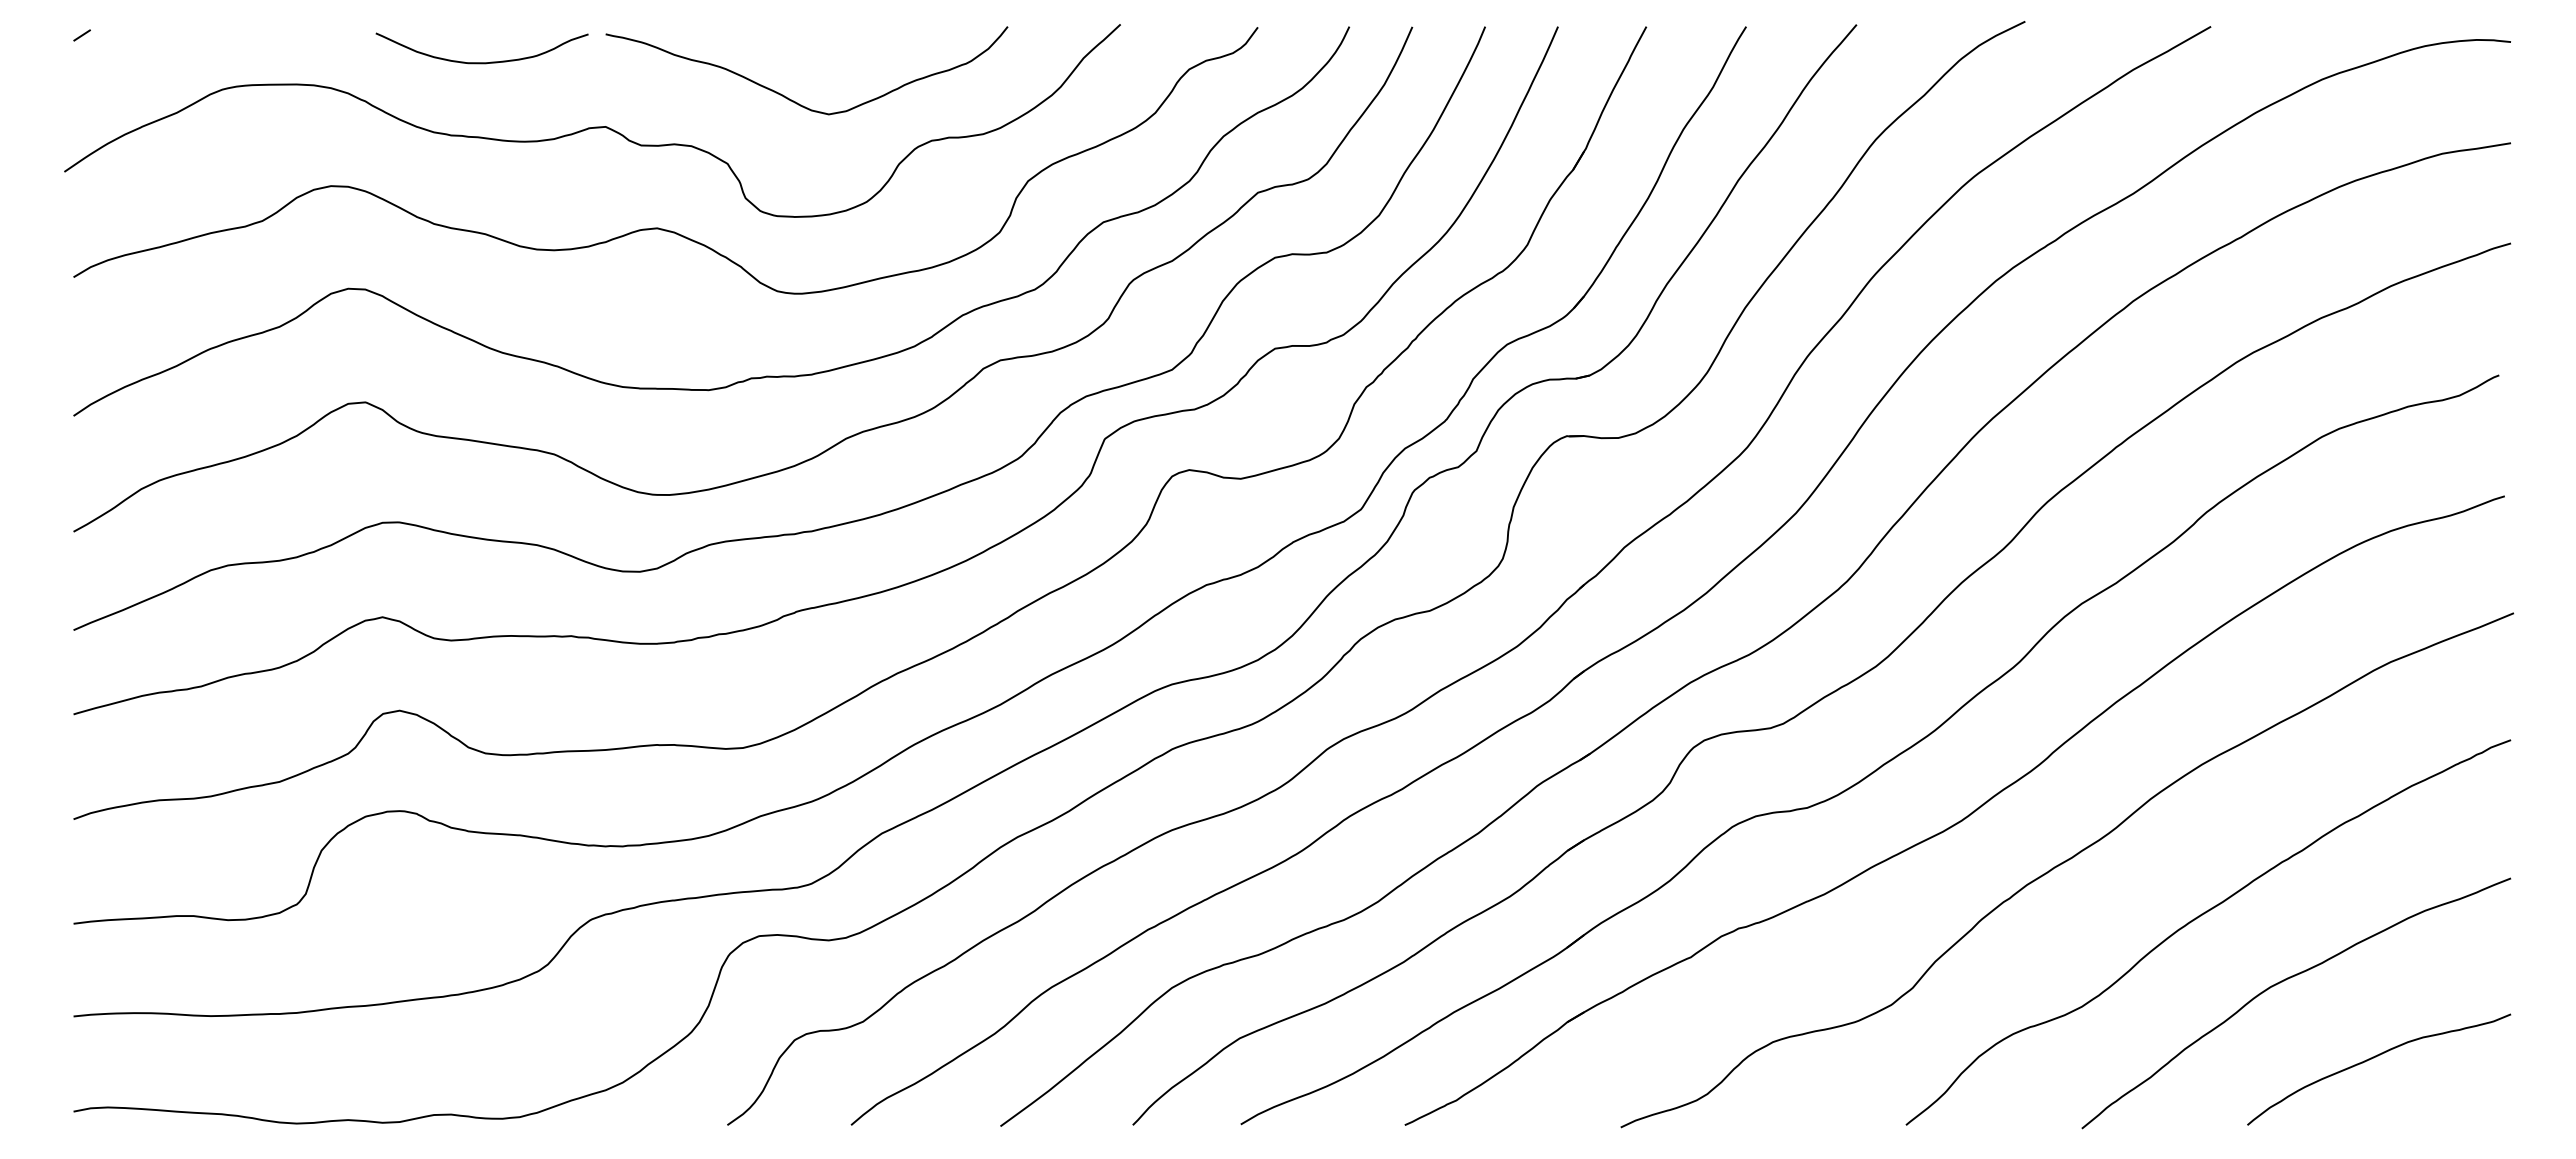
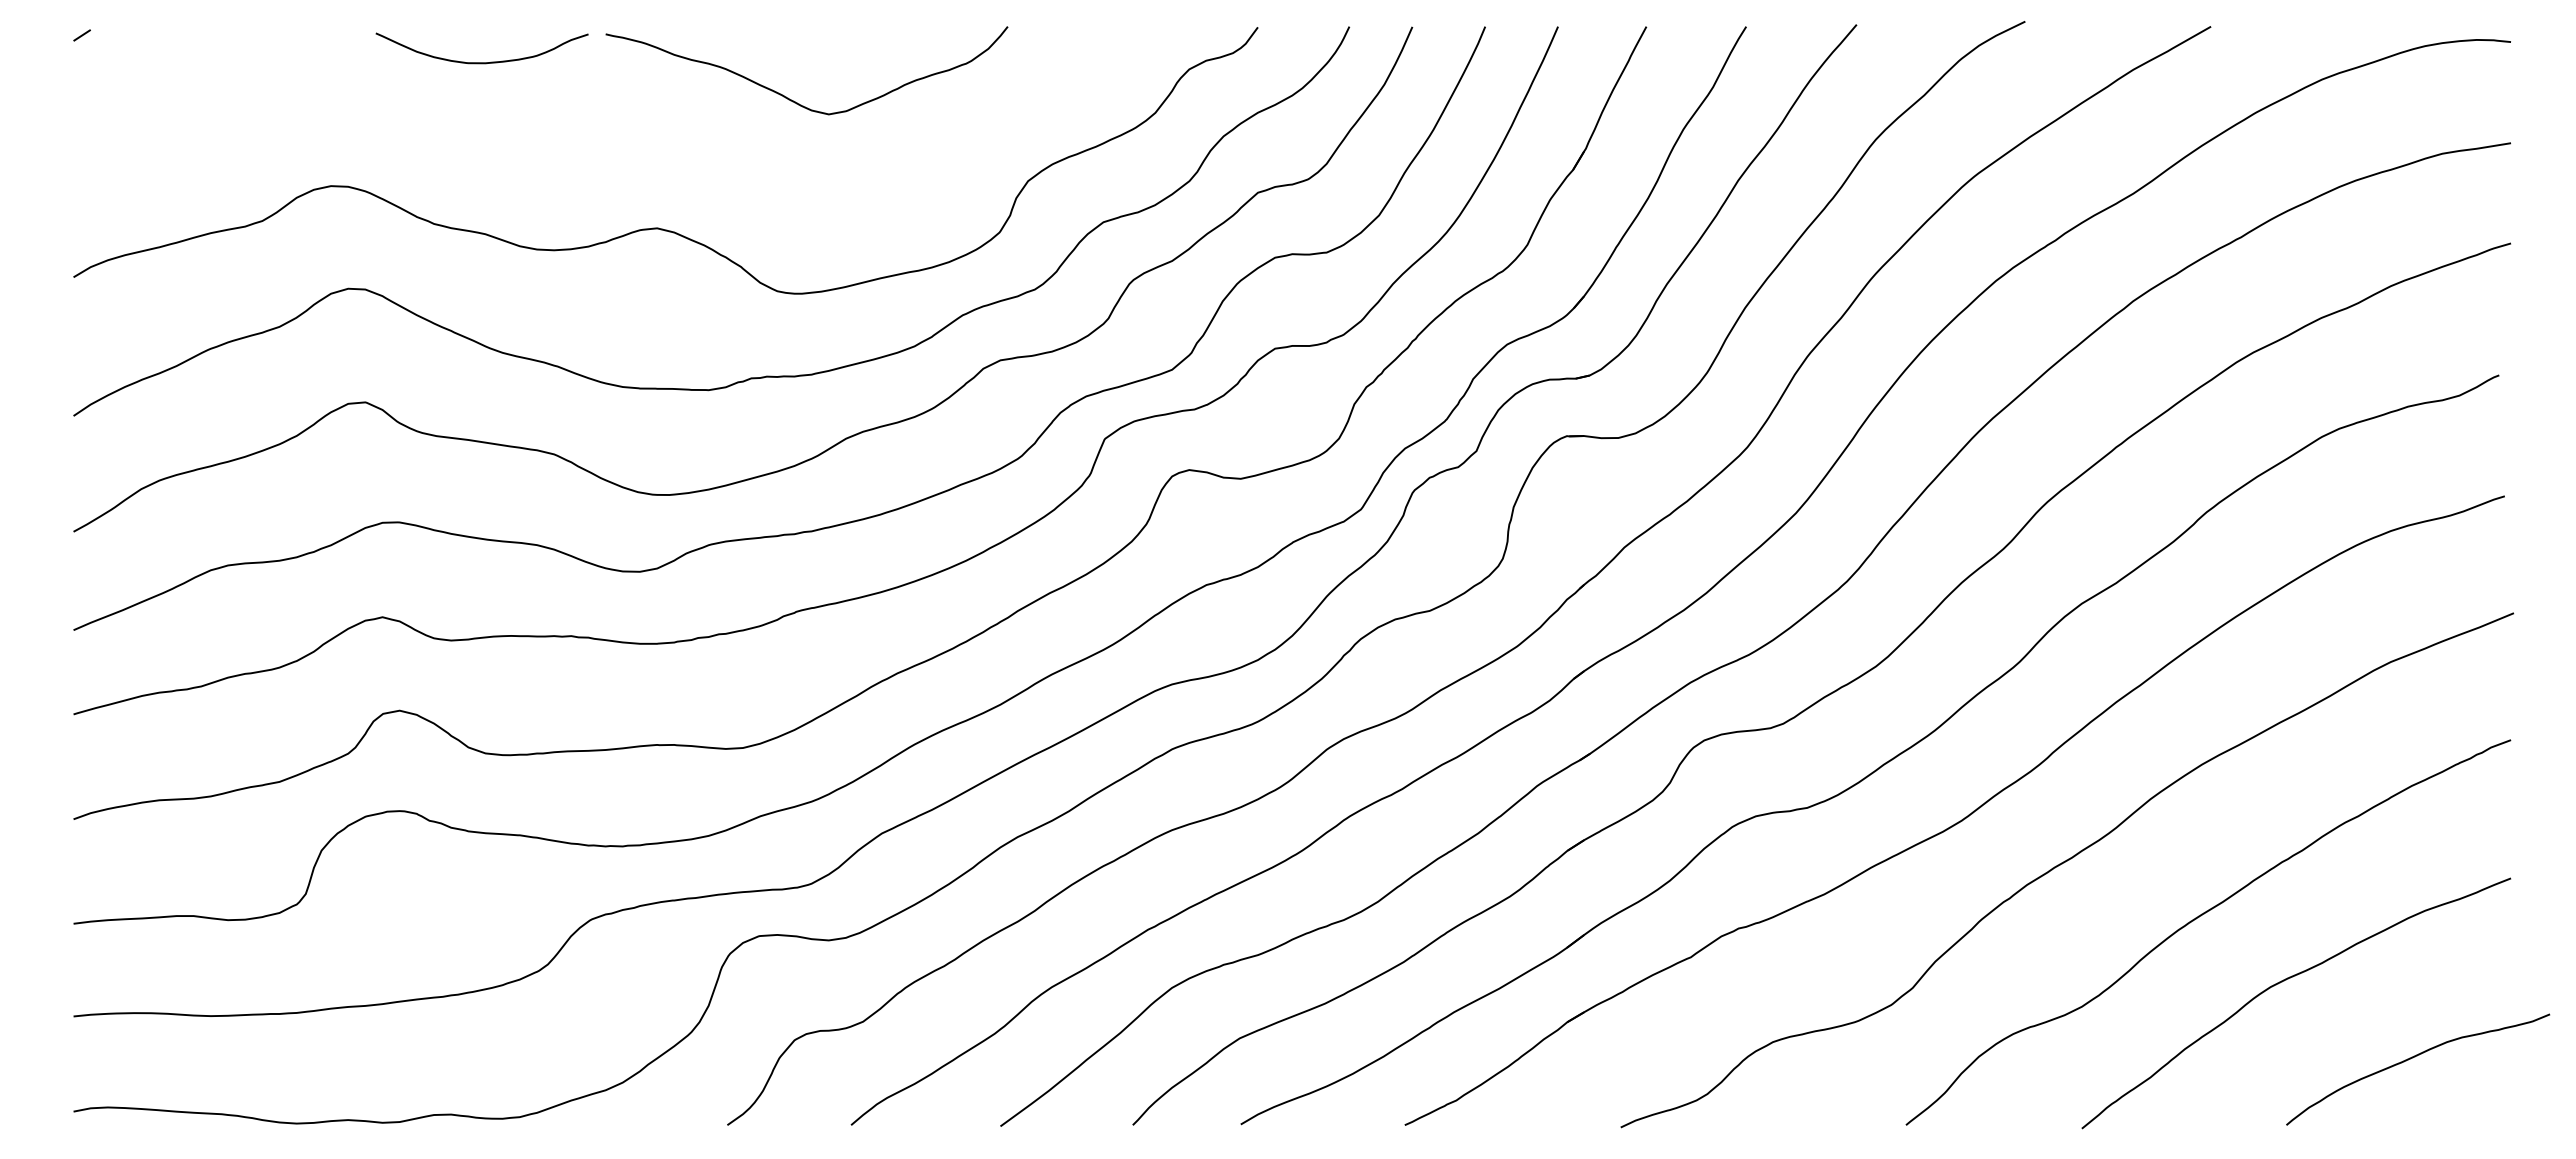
curve at (594, 126): present -> none
curve at (2376, 1057) position: (2376, 1057) -> (2415, 1057)
